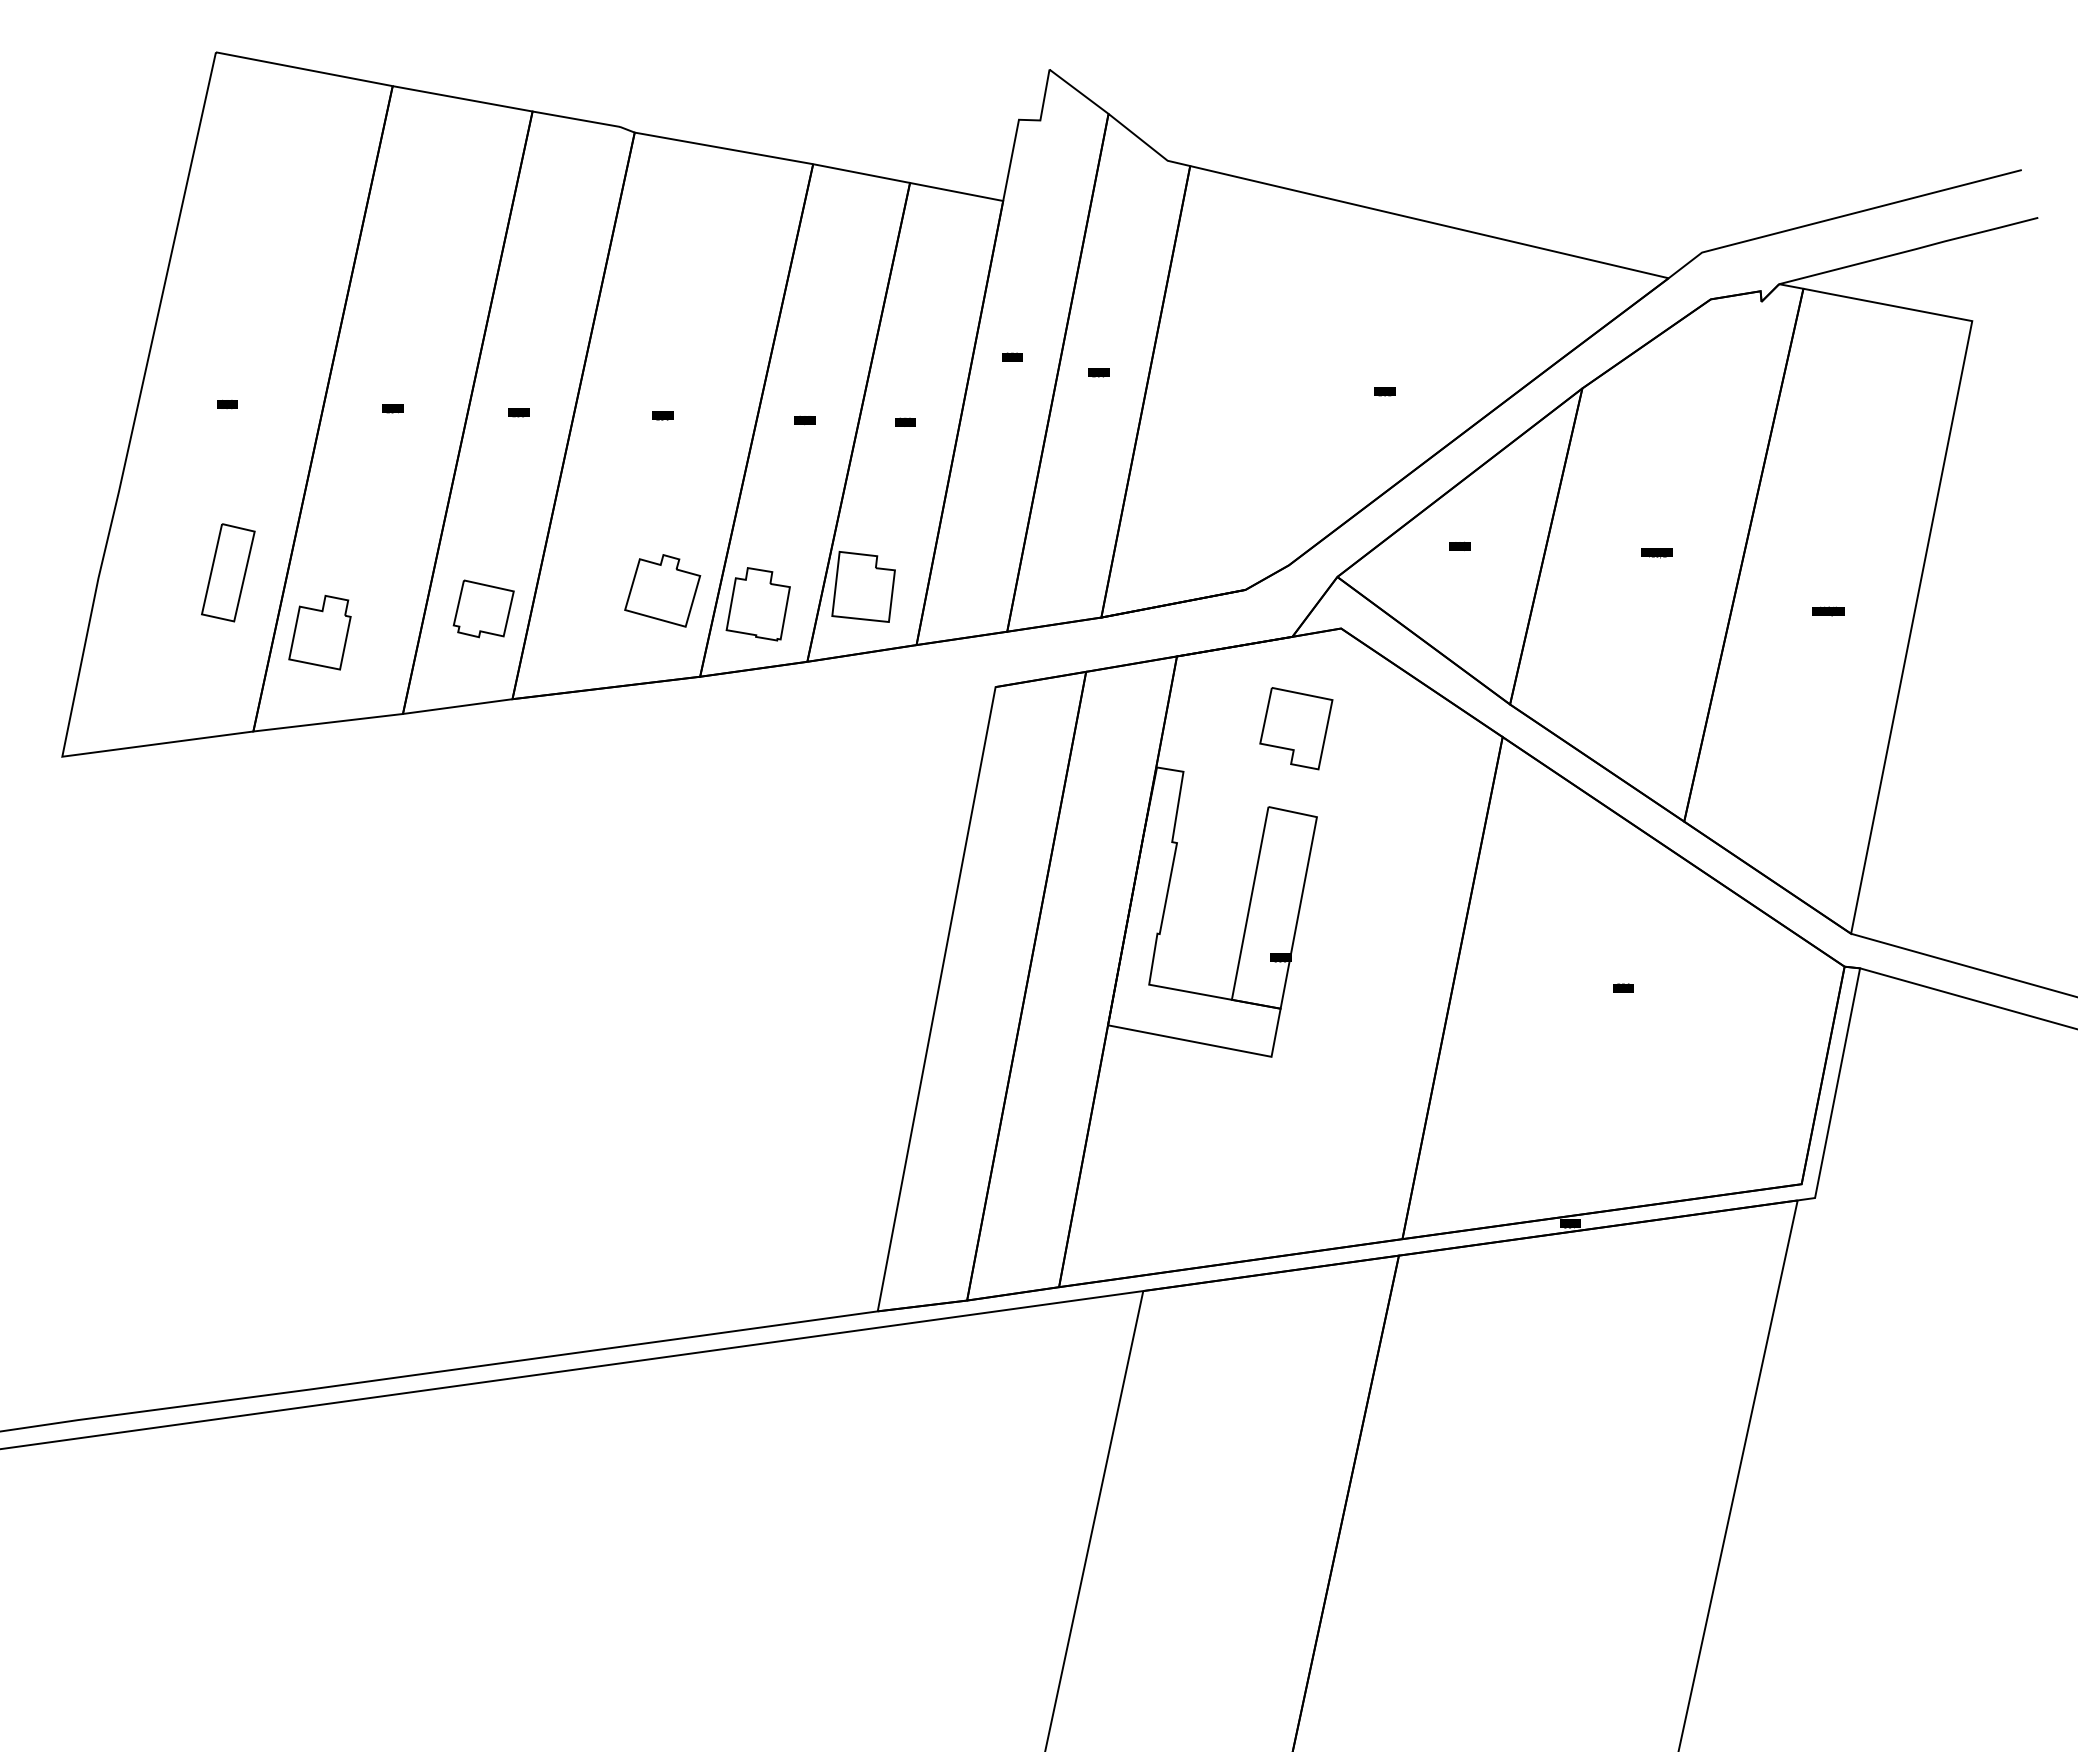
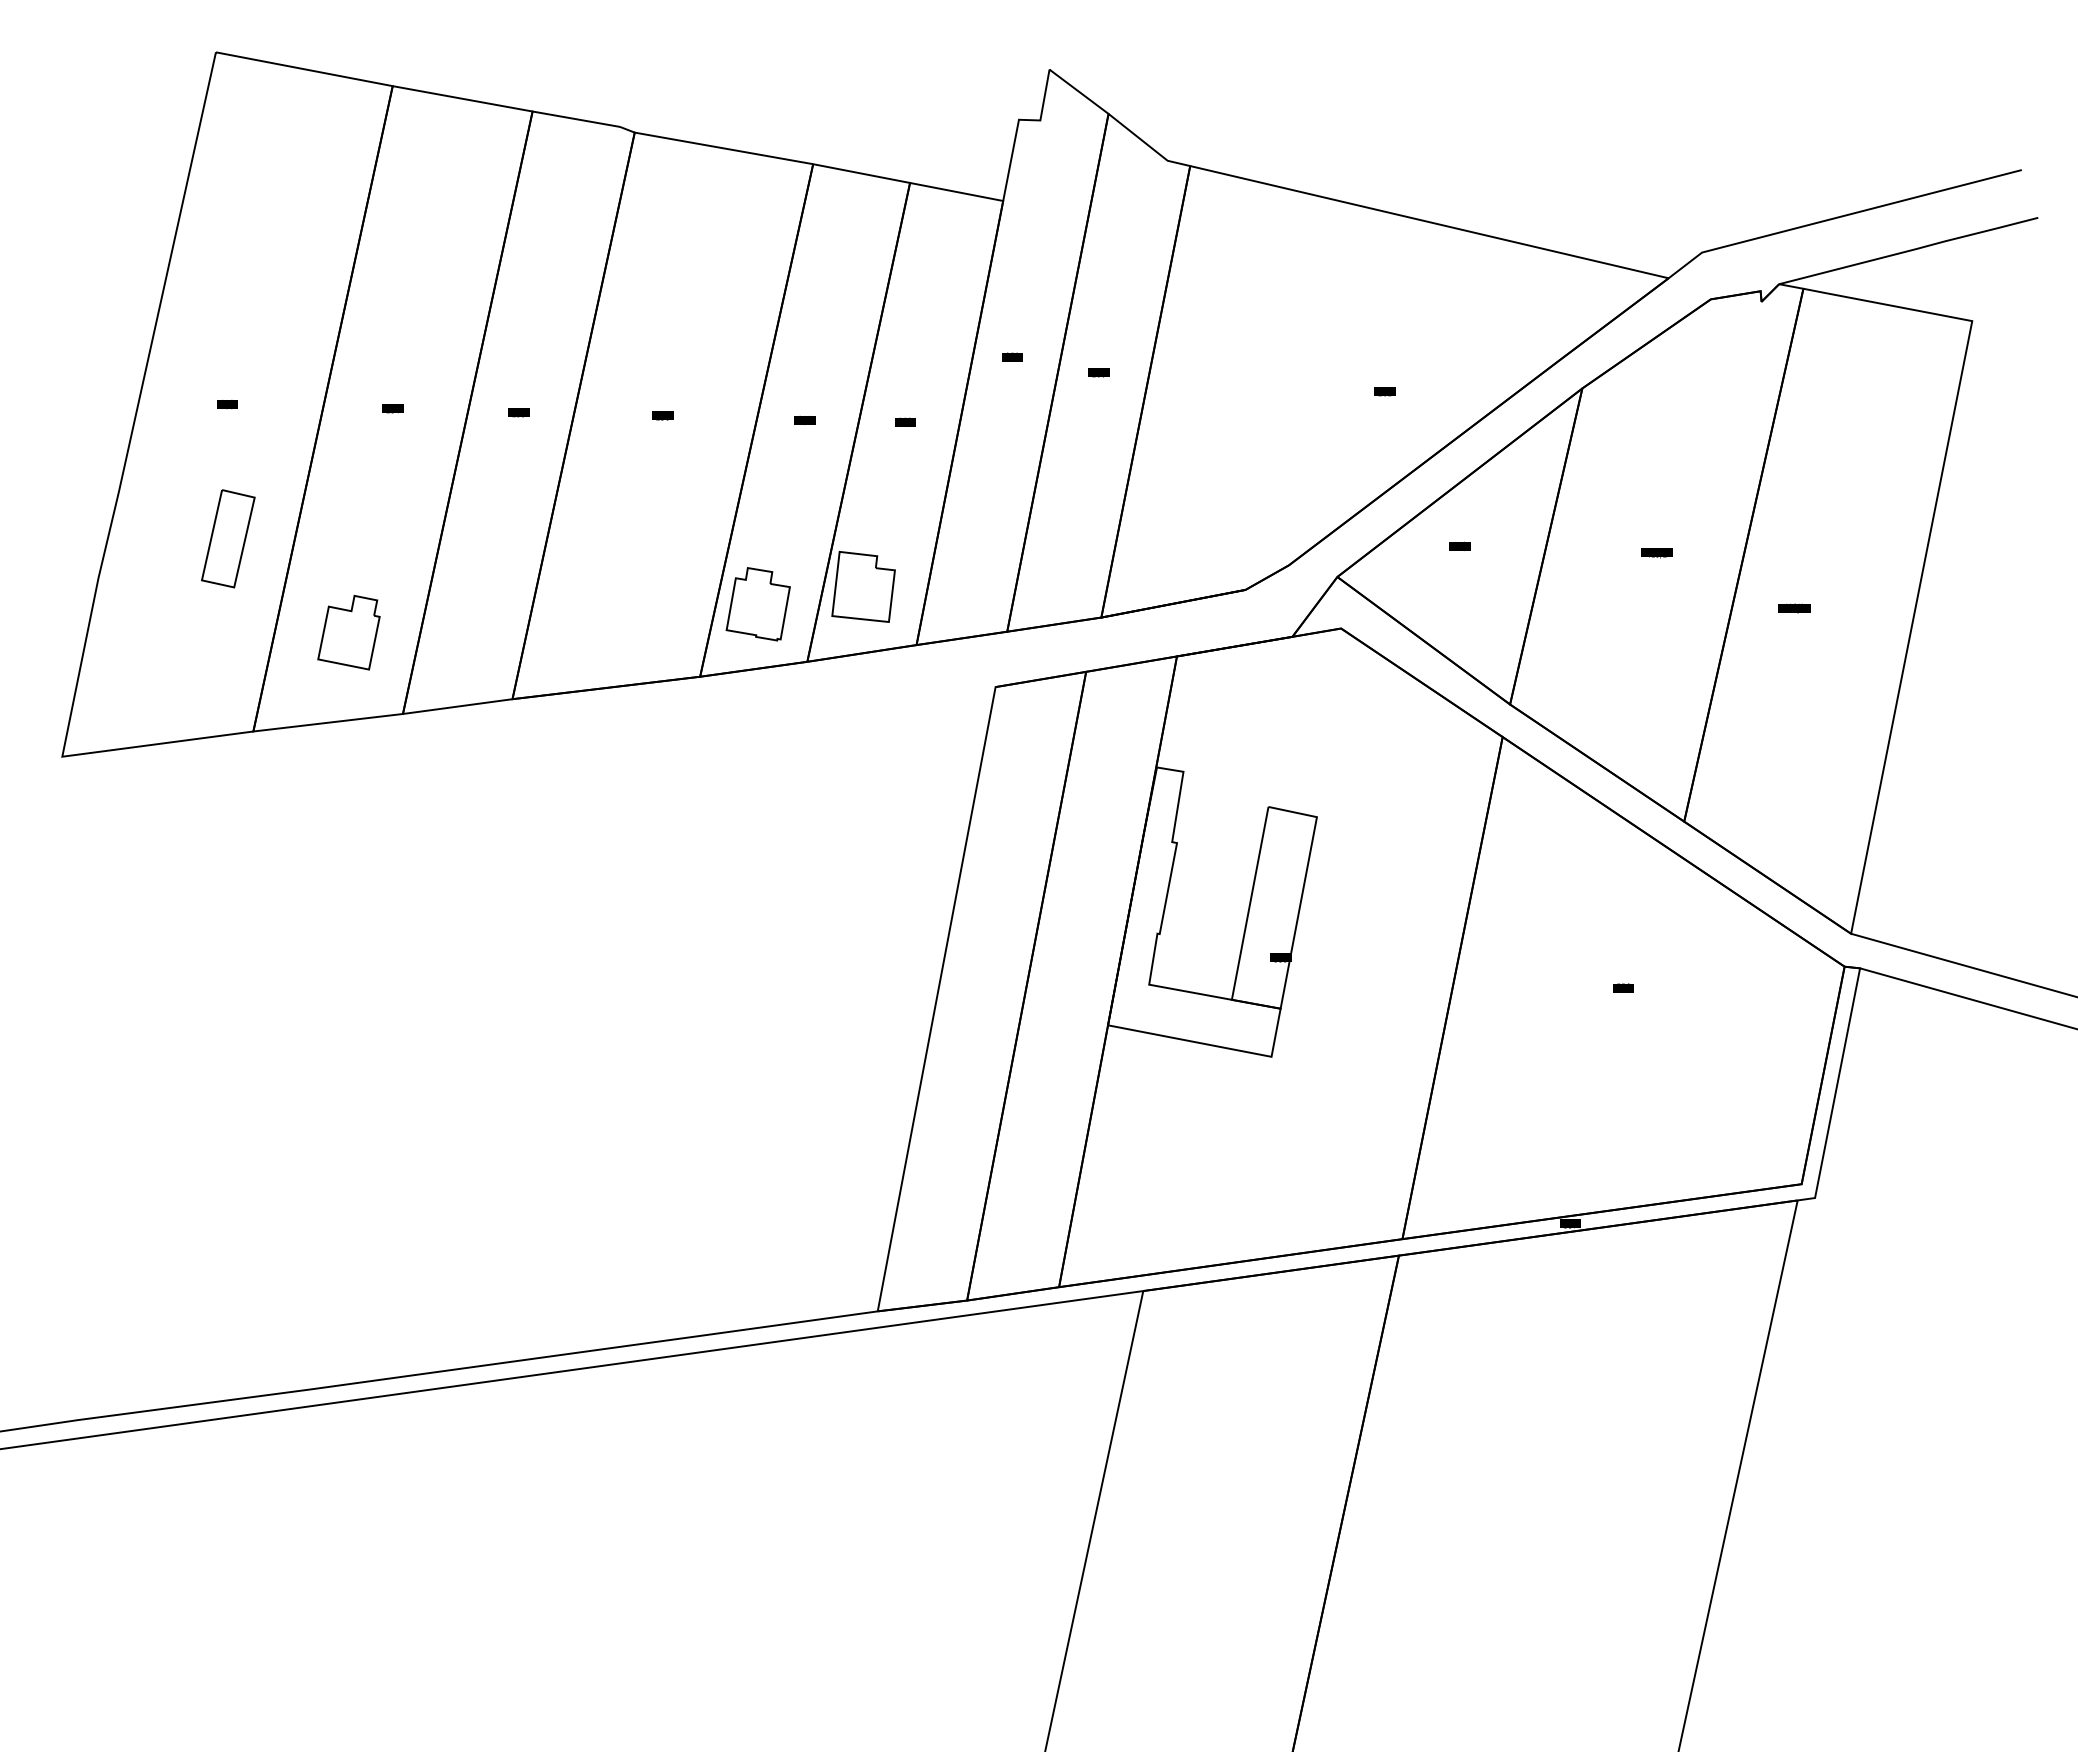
part at (228, 572) position: (228, 572) -> (228, 538)
part at (662, 590): present -> none
part at (483, 608): present -> none
text at (1828, 611) position: (1828, 611) -> (1794, 608)
part at (319, 632) position: (319, 632) -> (348, 632)
part at (1296, 728): present -> none
